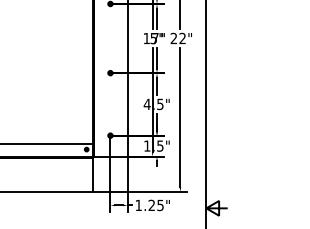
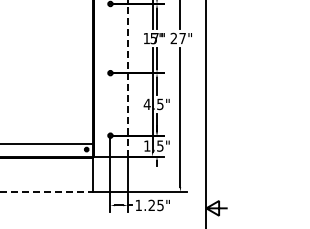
text at (182, 38): 22" -> 27"
line at (127, 78): solid -> dashed
line at (46, 191): solid -> dashed
